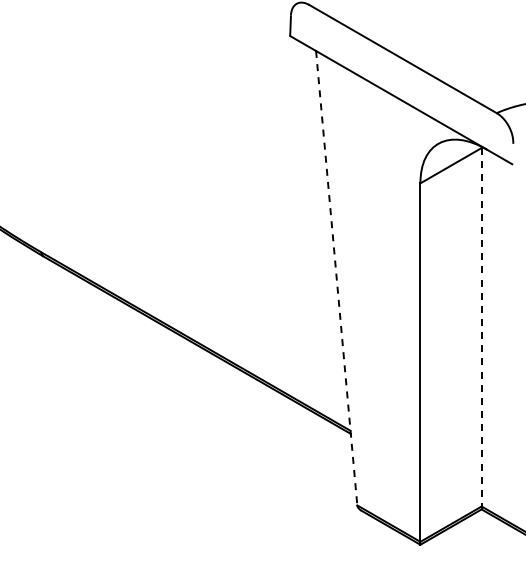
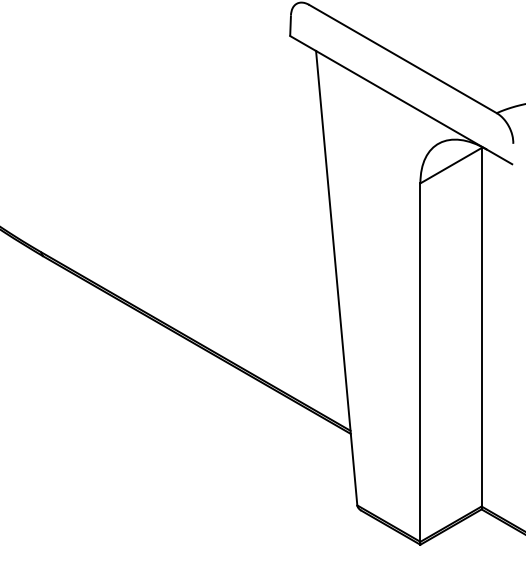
line at (336, 278): dashed -> solid
line at (481, 327): dashed -> solid
